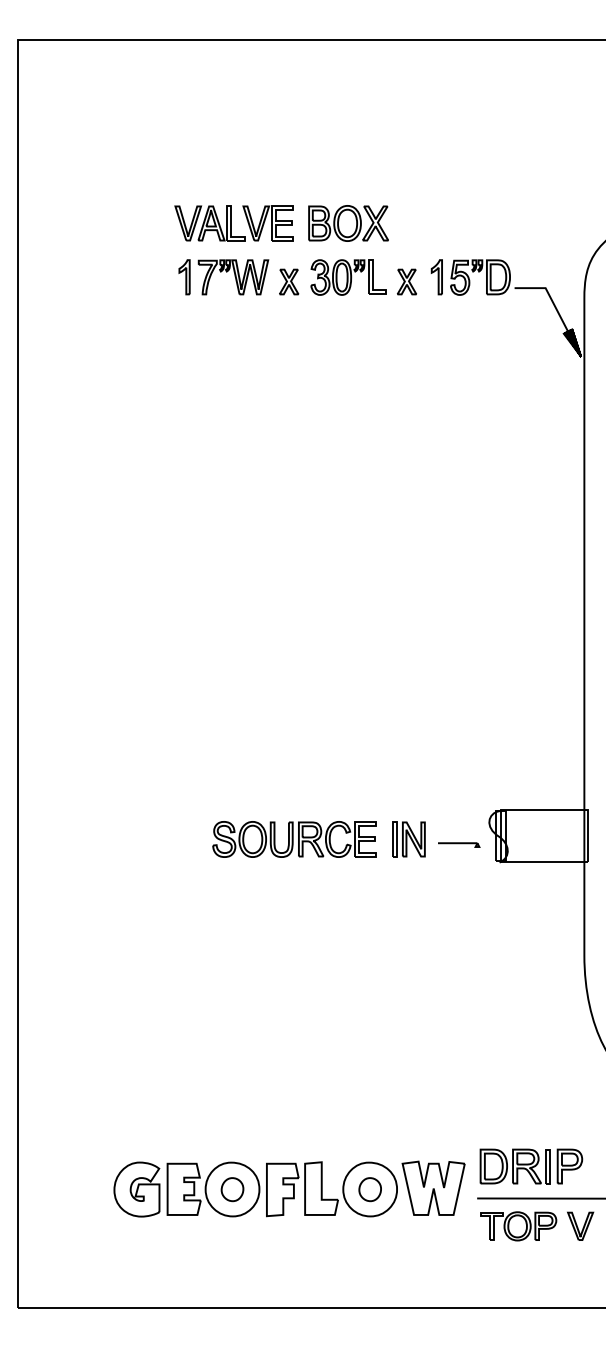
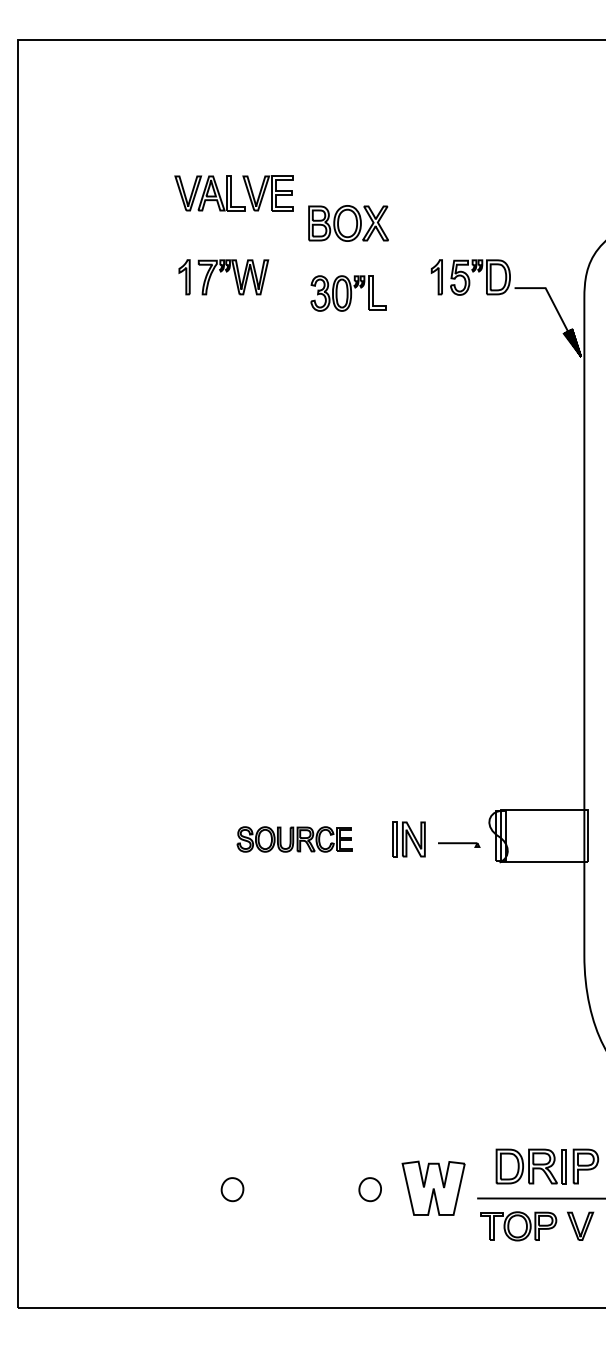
part at (233, 223) position: (233, 223) -> (233, 193)
part at (348, 277) position: (348, 277) -> (348, 293)
part at (289, 281): present -> none
part at (406, 281): present -> none
part at (294, 839) size: 165x37 px -> 117x27 px
part at (531, 1166) position: (531, 1166) -> (547, 1166)
part at (255, 1189): present -> none
